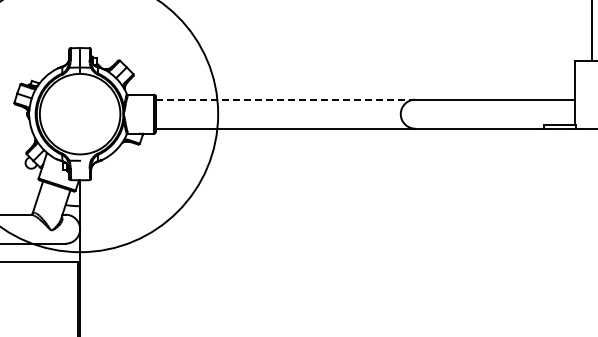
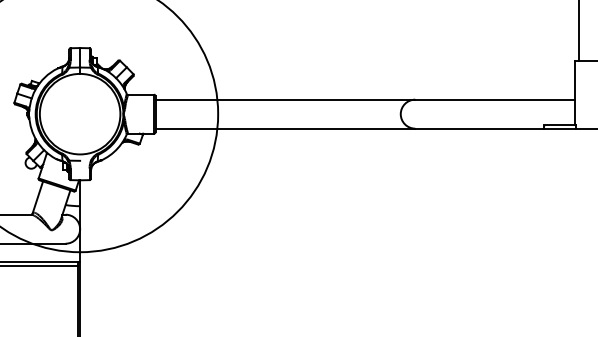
line at (592, 31) position: (592, 31) -> (579, 31)
line at (285, 99): dashed -> solid
line at (40, 265): none -> present
